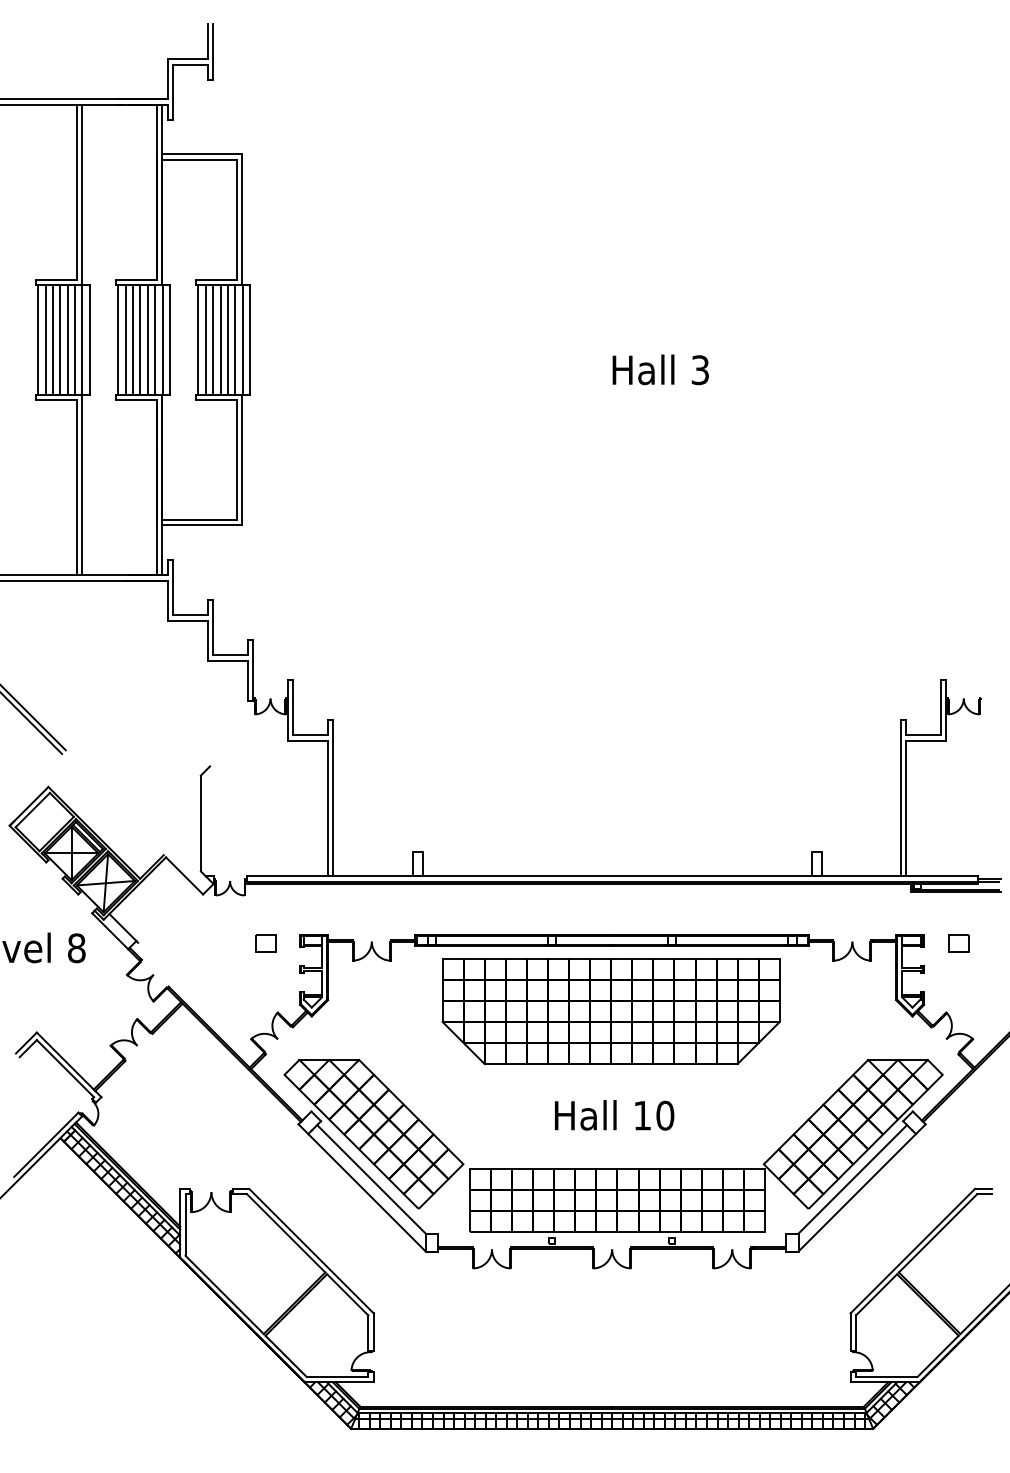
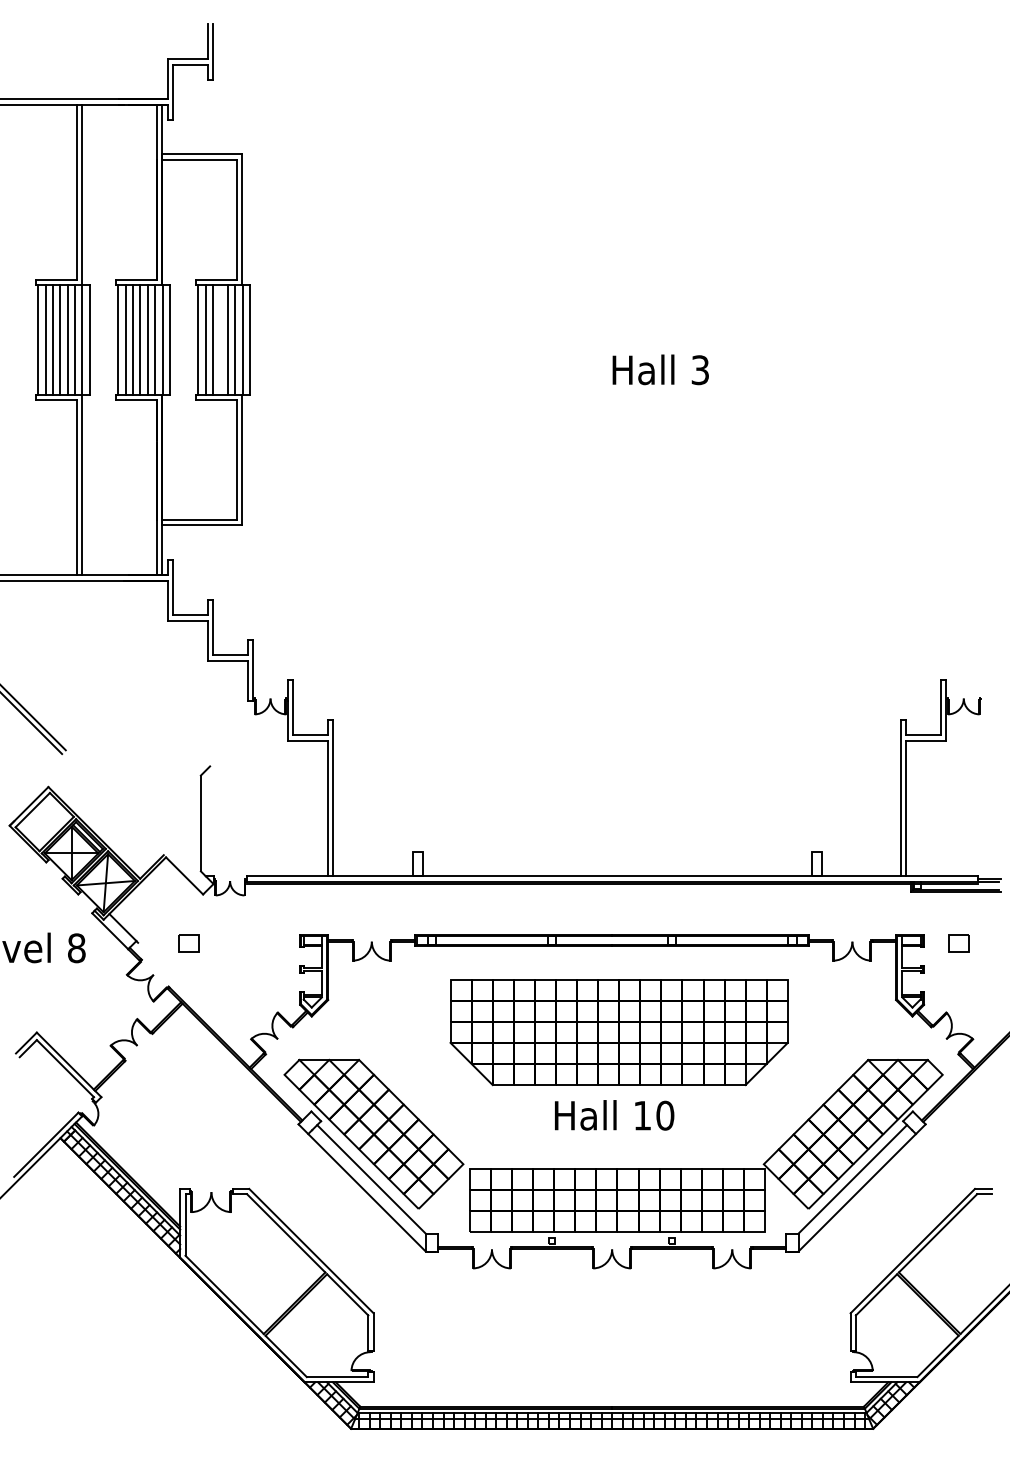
line at (220, 339): present -> none
part at (265, 943) position: (265, 943) -> (188, 943)
part at (610, 1011) position: (610, 1011) -> (618, 1032)
